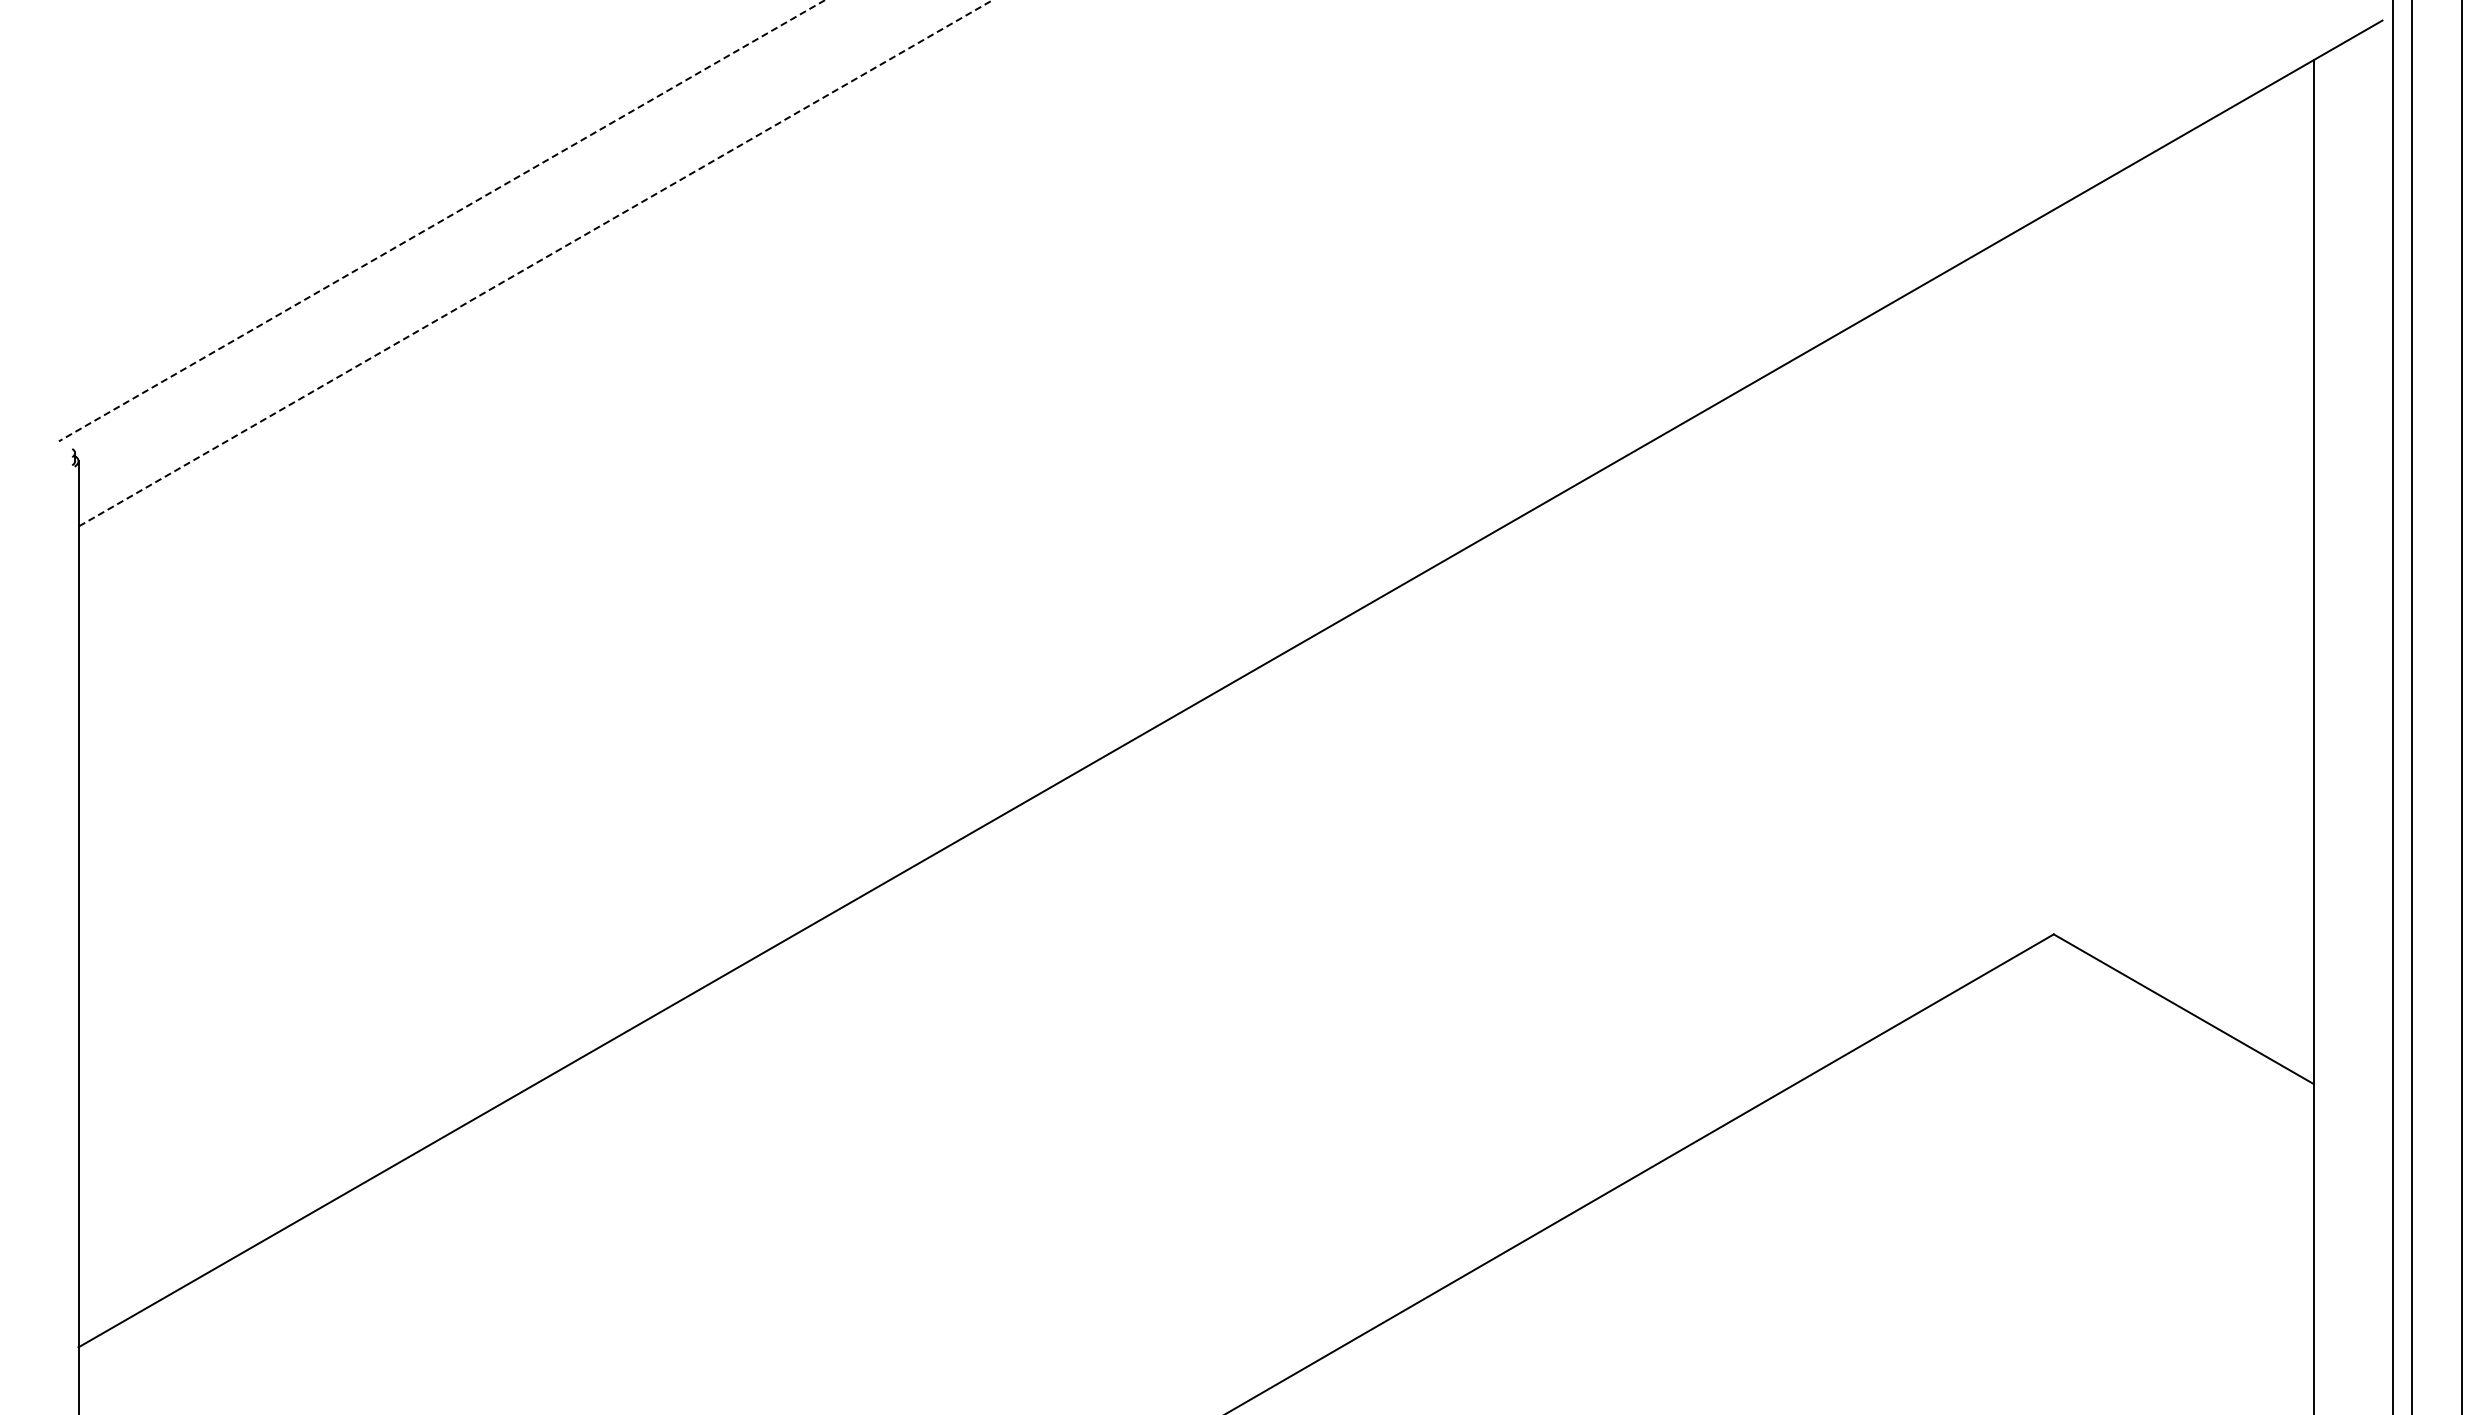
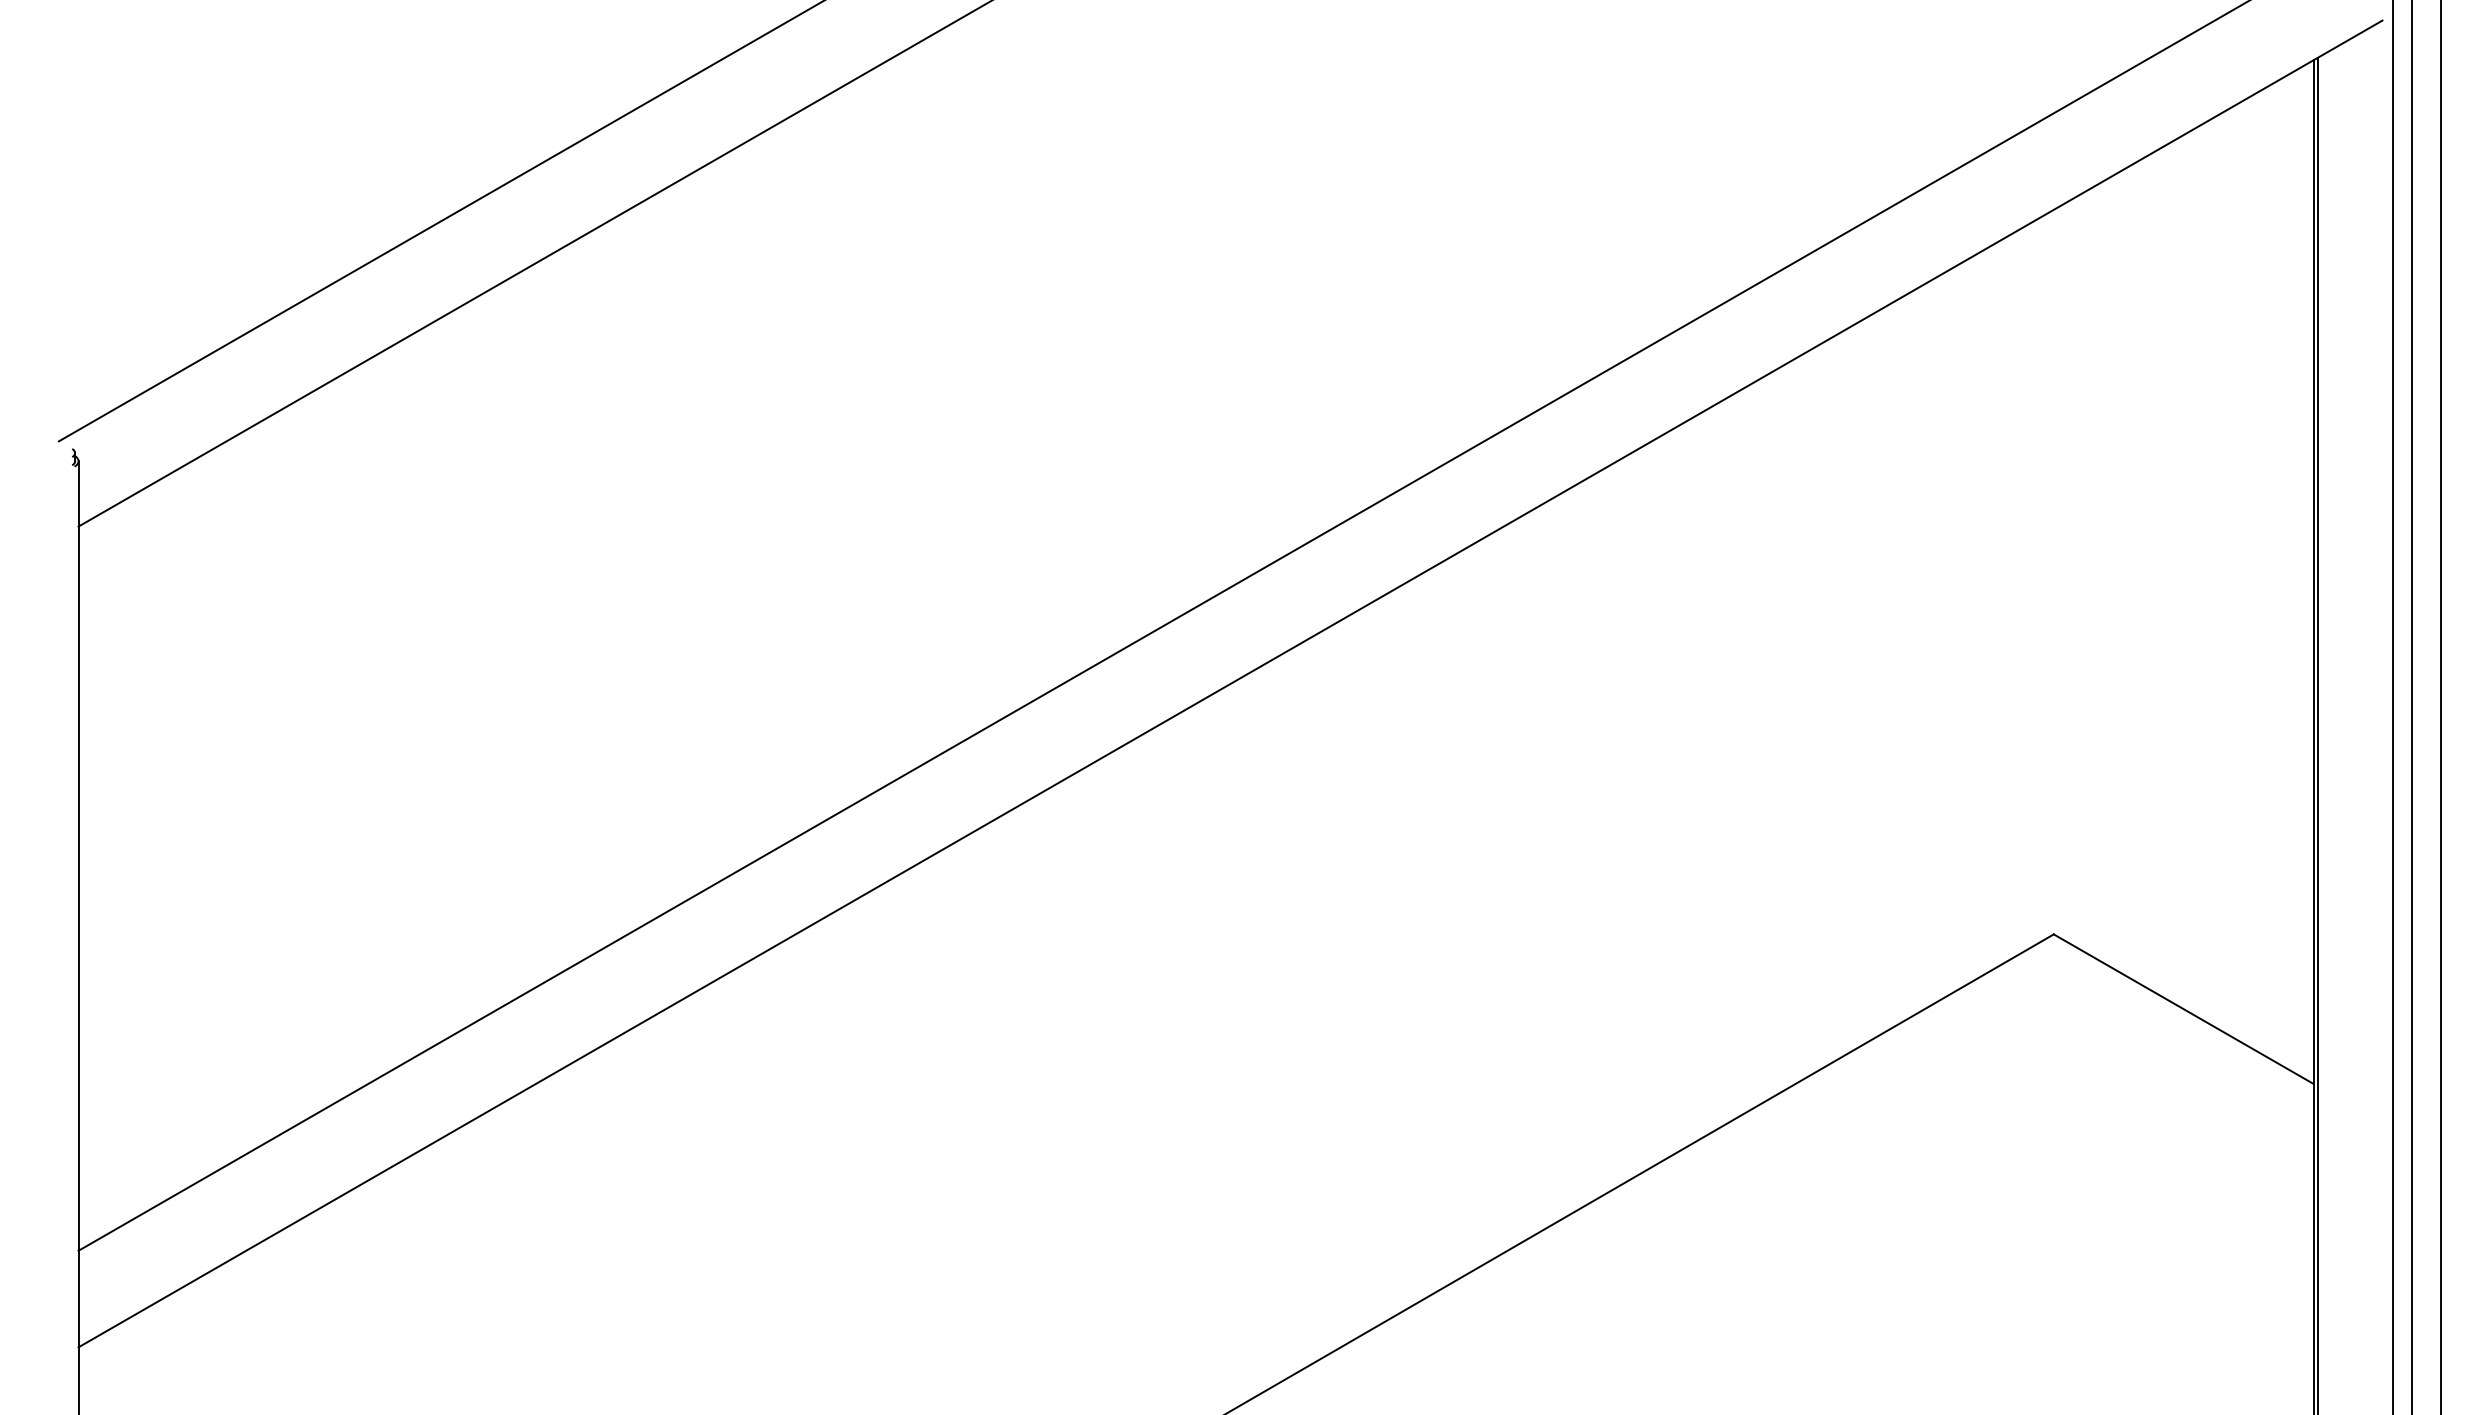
line at (441, 220): dashed -> solid
line at (535, 263): dashed -> solid
line at (1162, 626): none -> present
line at (2461, 706) position: (2461, 706) -> (2440, 706)
line at (2317, 734): none -> present
